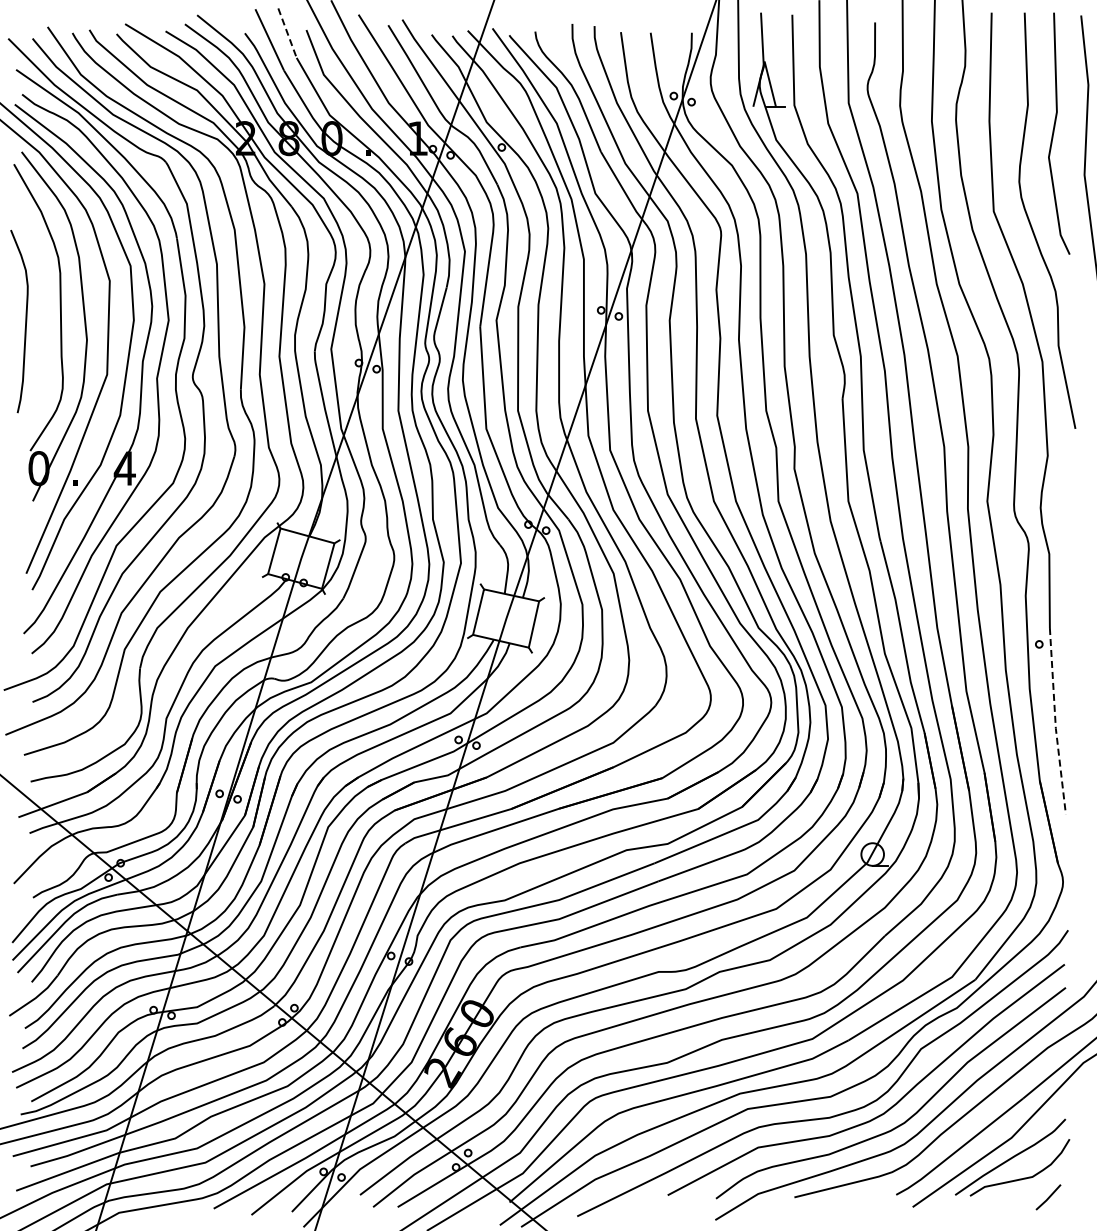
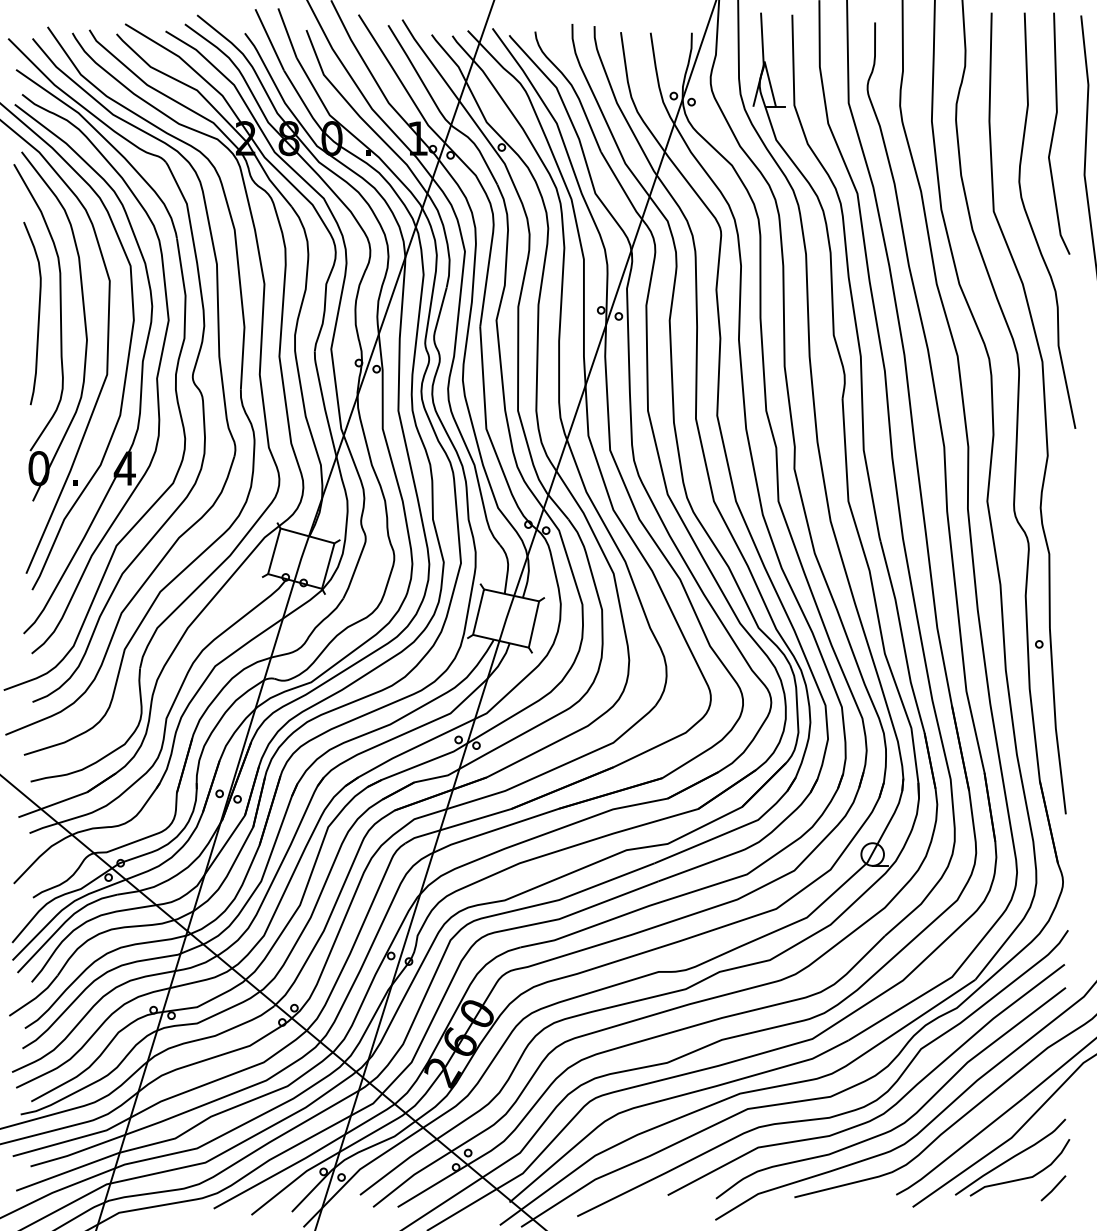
line at (287, 33): dashed -> solid
curve at (25, 321) position: (25, 321) -> (38, 313)
line at (1055, 722): dashed -> solid
line at (1048, 1197) position: (1048, 1197) -> (1053, 1188)
